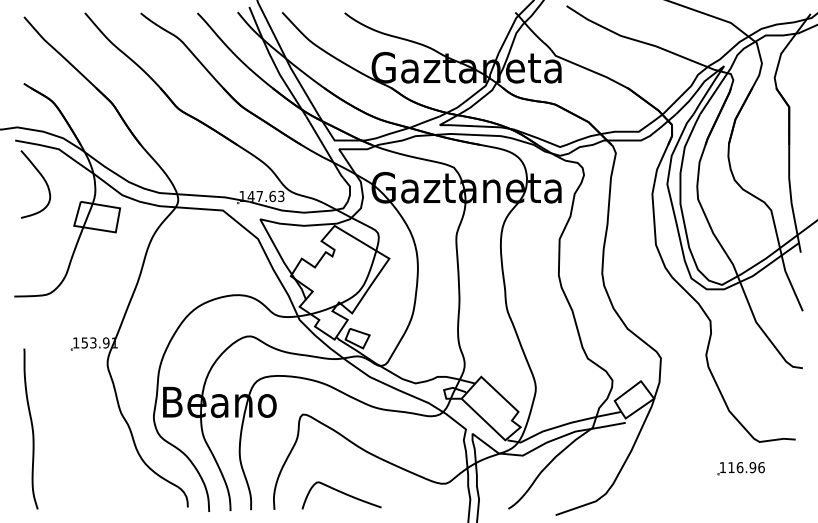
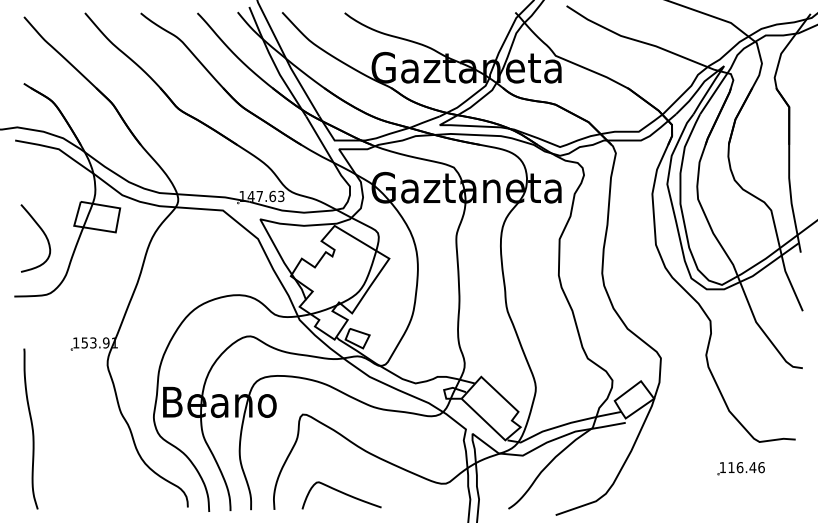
curve at (42, 178) position: (42, 178) -> (42, 232)
text at (752, 467): 116.96 -> 116.46
